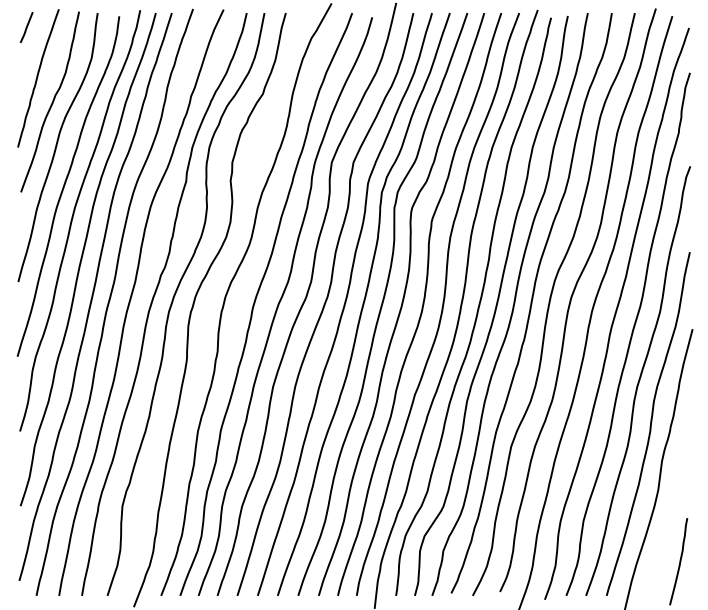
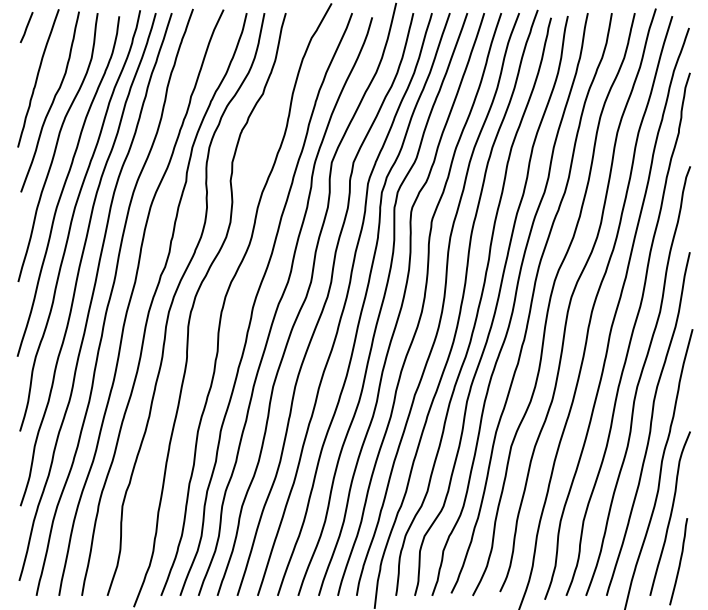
curve at (670, 513): none -> present
